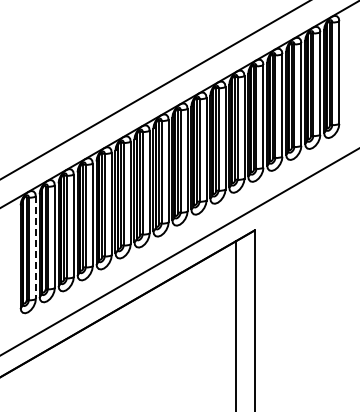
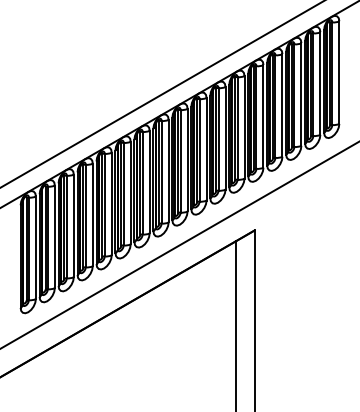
line at (154, 90) position: (154, 90) -> (161, 94)
line at (35, 248): dashed -> solid
line at (179, 251) position: (179, 251) -> (179, 245)
